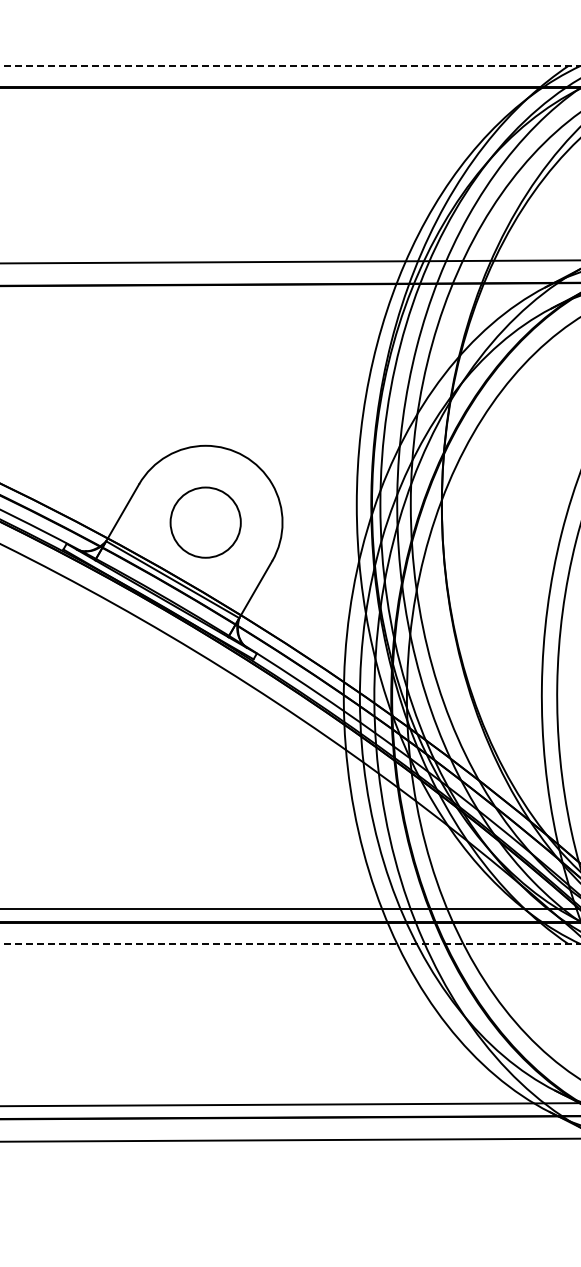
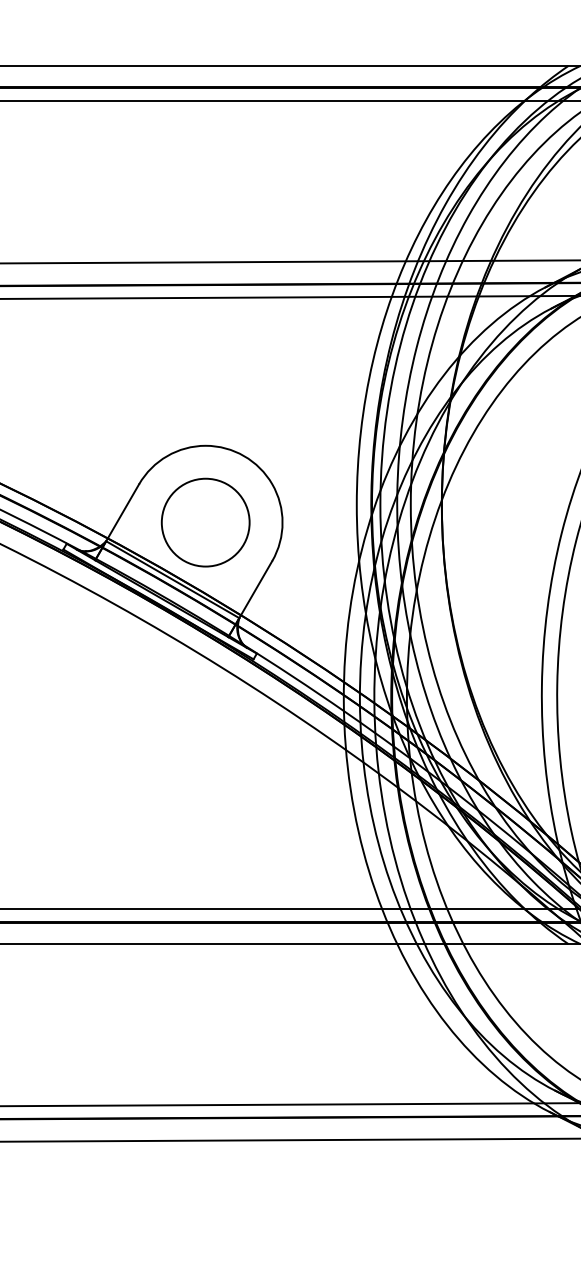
line at (290, 65): dashed -> solid
line at (289, 101): none -> present
line at (289, 296): none -> present
circle at (205, 522) diameter: 70 px -> 88 px
line at (290, 944): dashed -> solid
